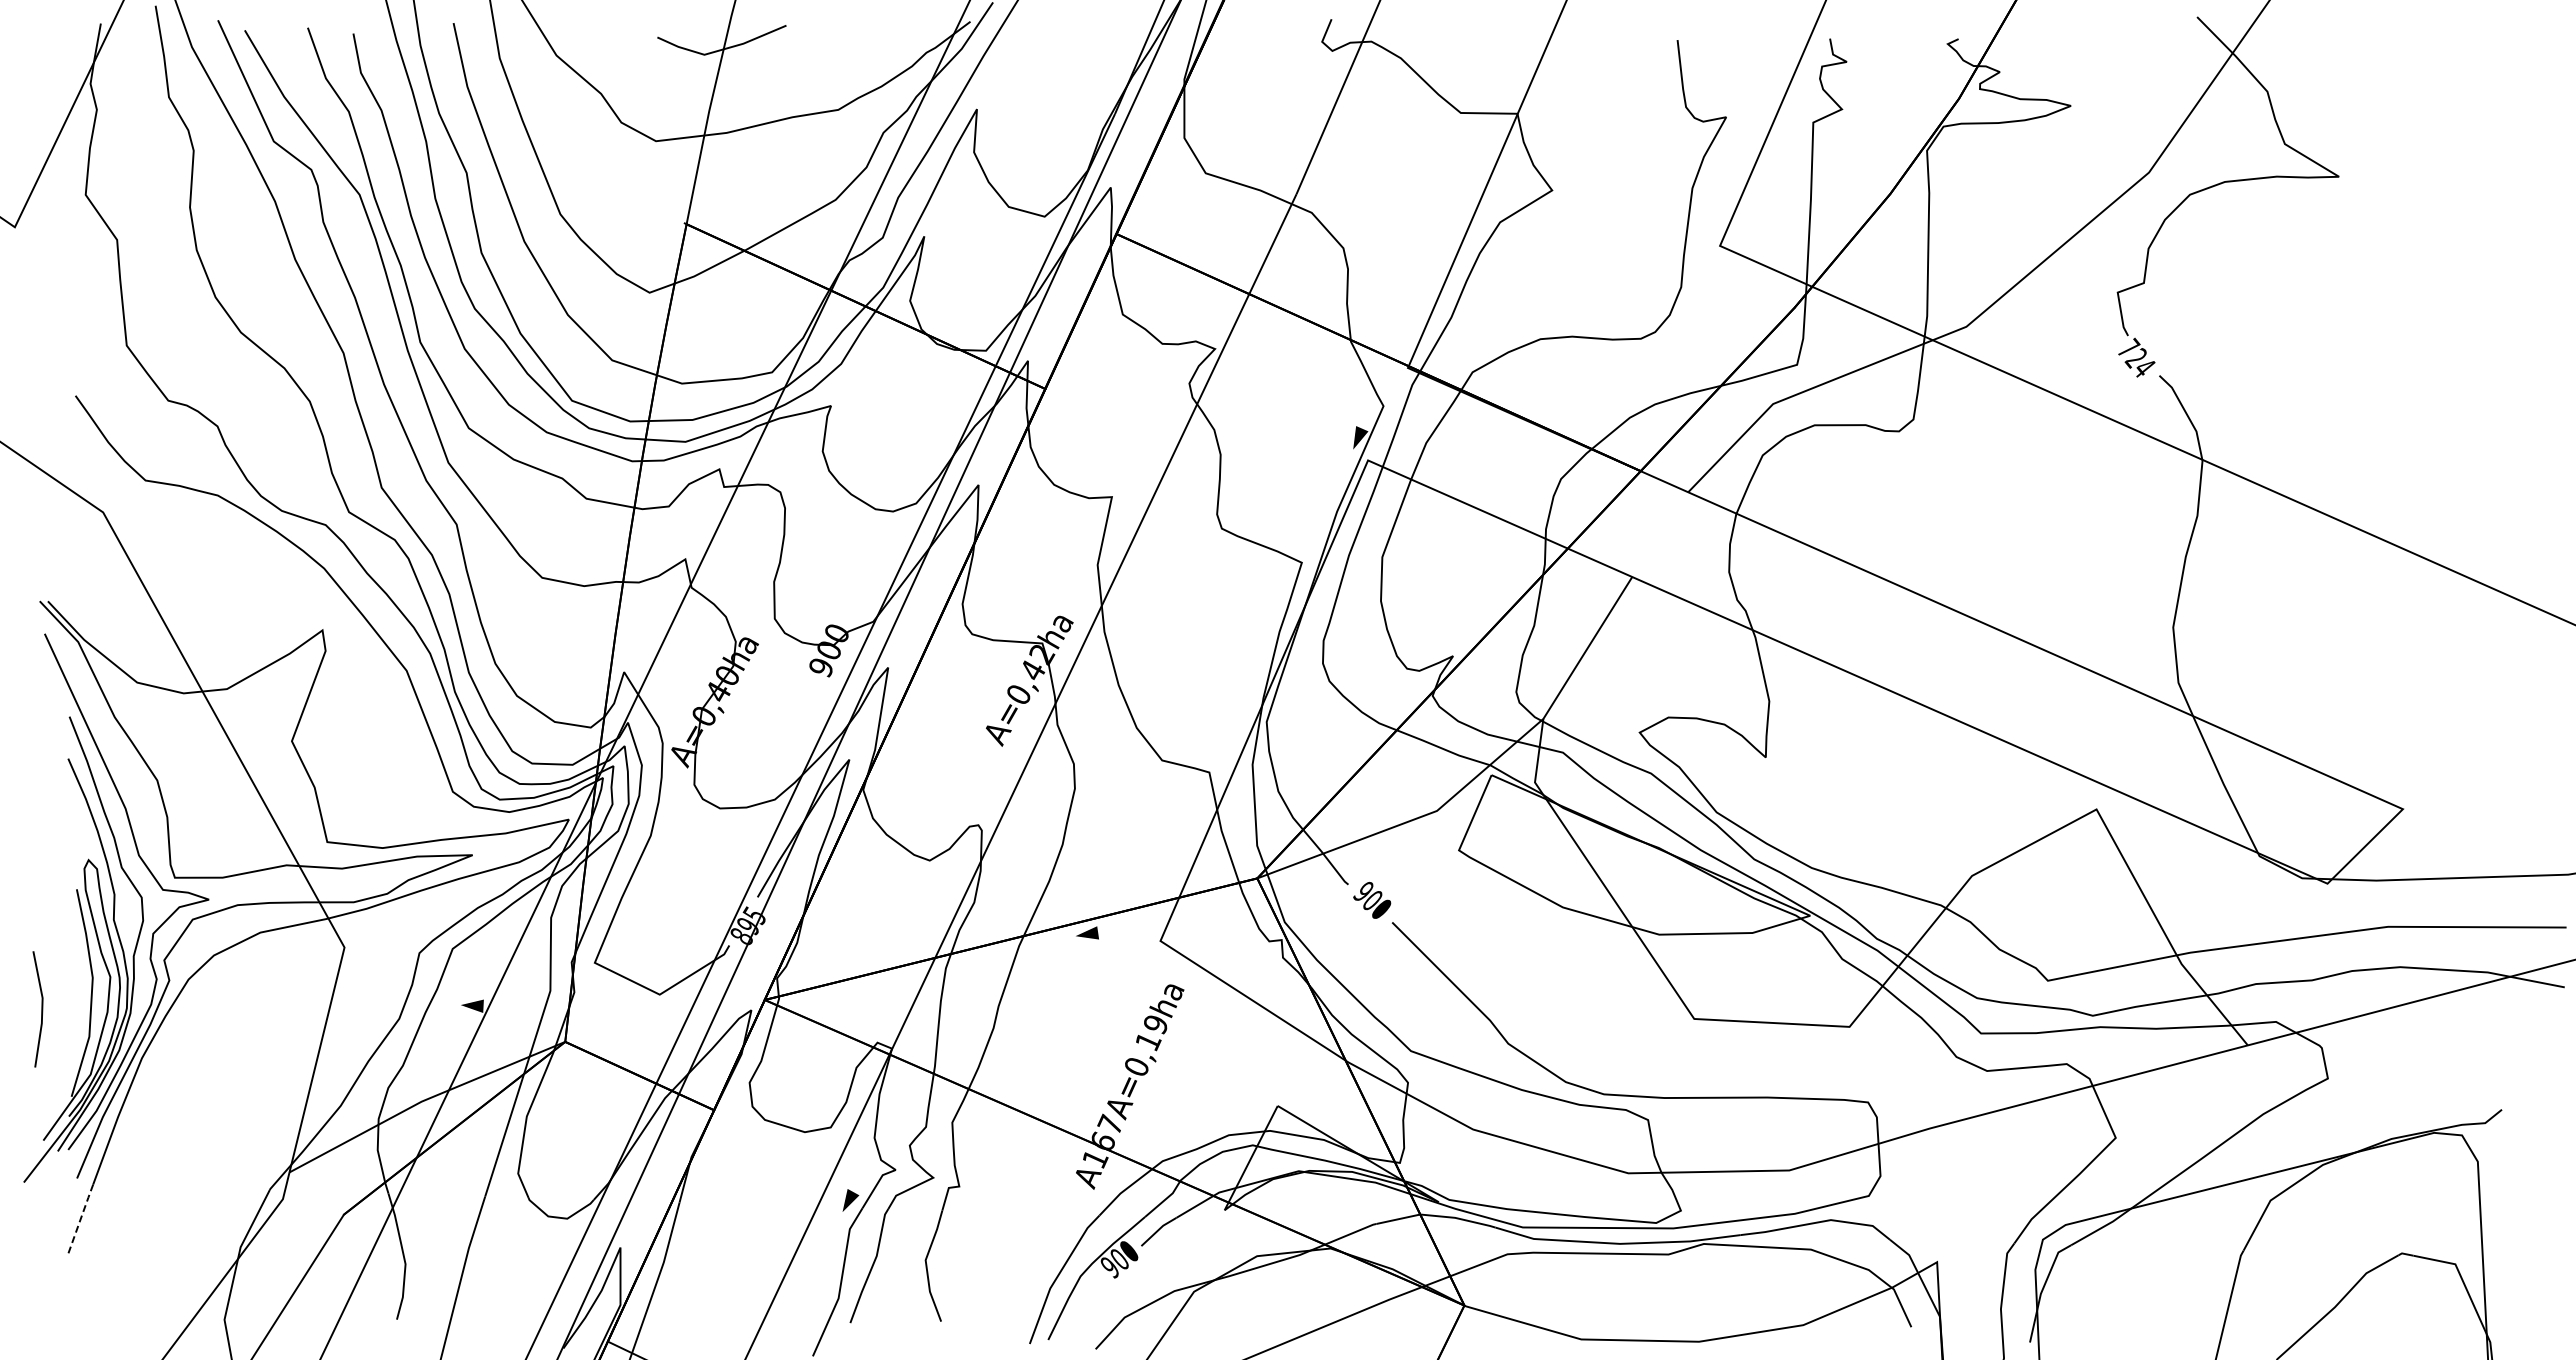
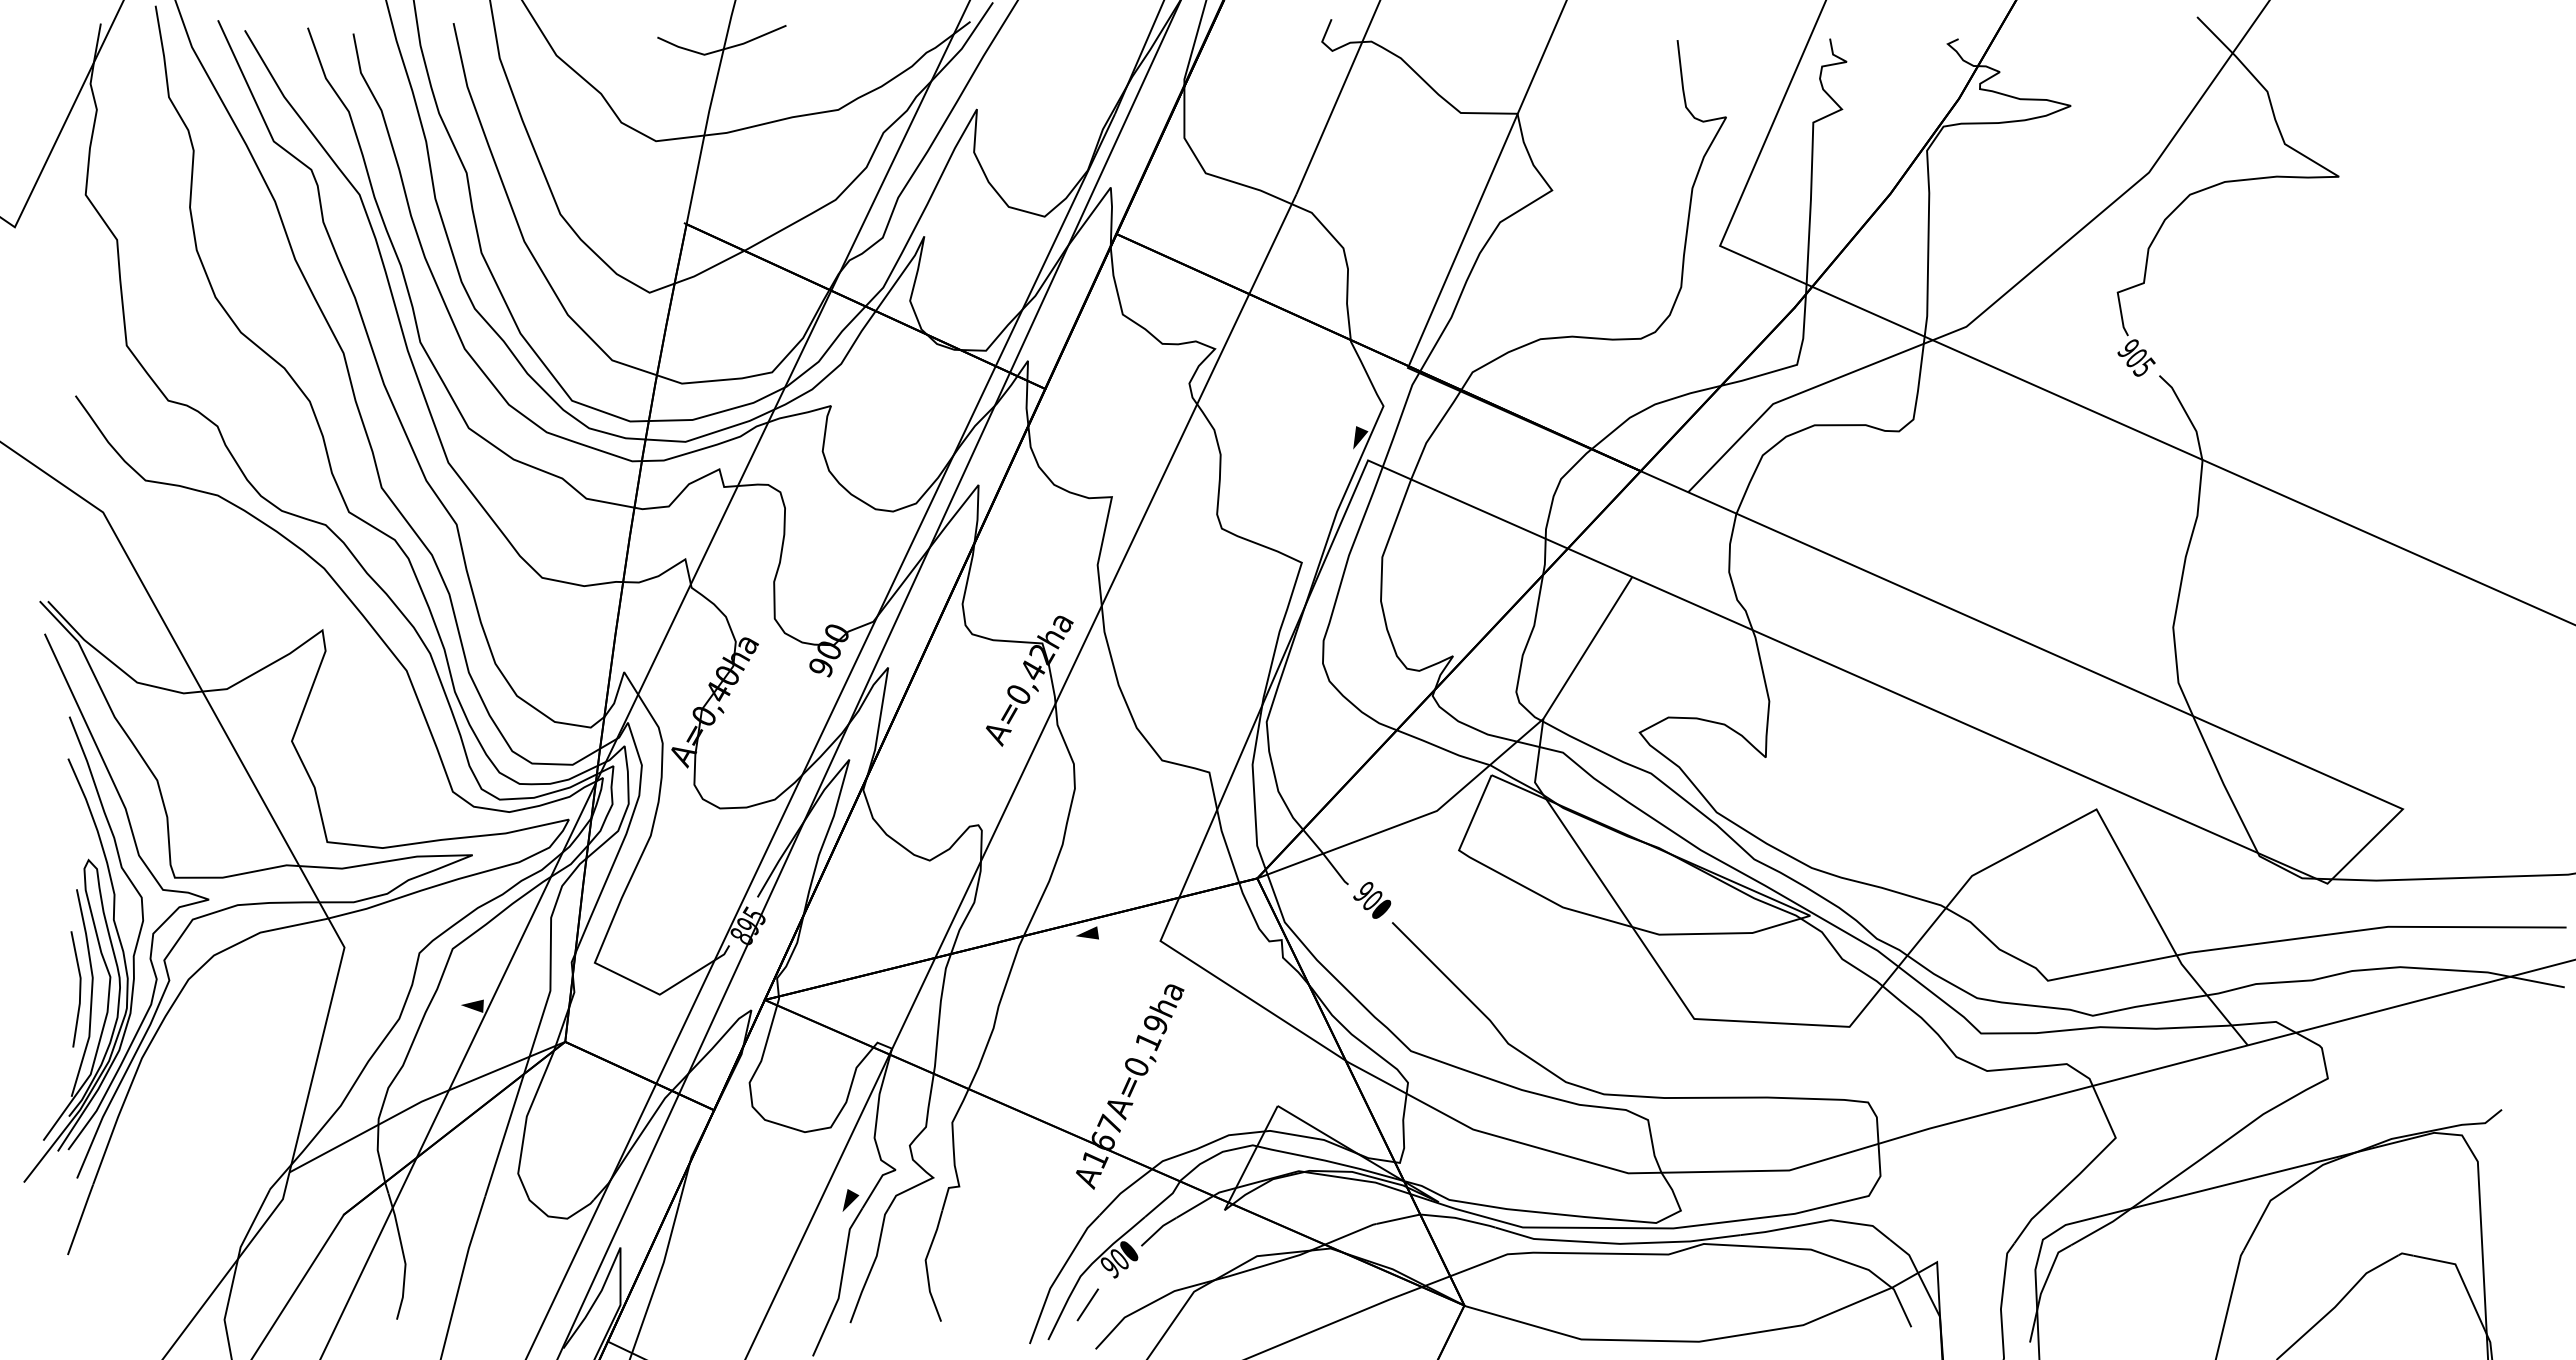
text at (2136, 357): 724 -> 905
line at (41, 1009) position: (41, 1009) -> (79, 989)
line at (80, 1219): dashed -> solid
line at (1087, 1304): none -> present
